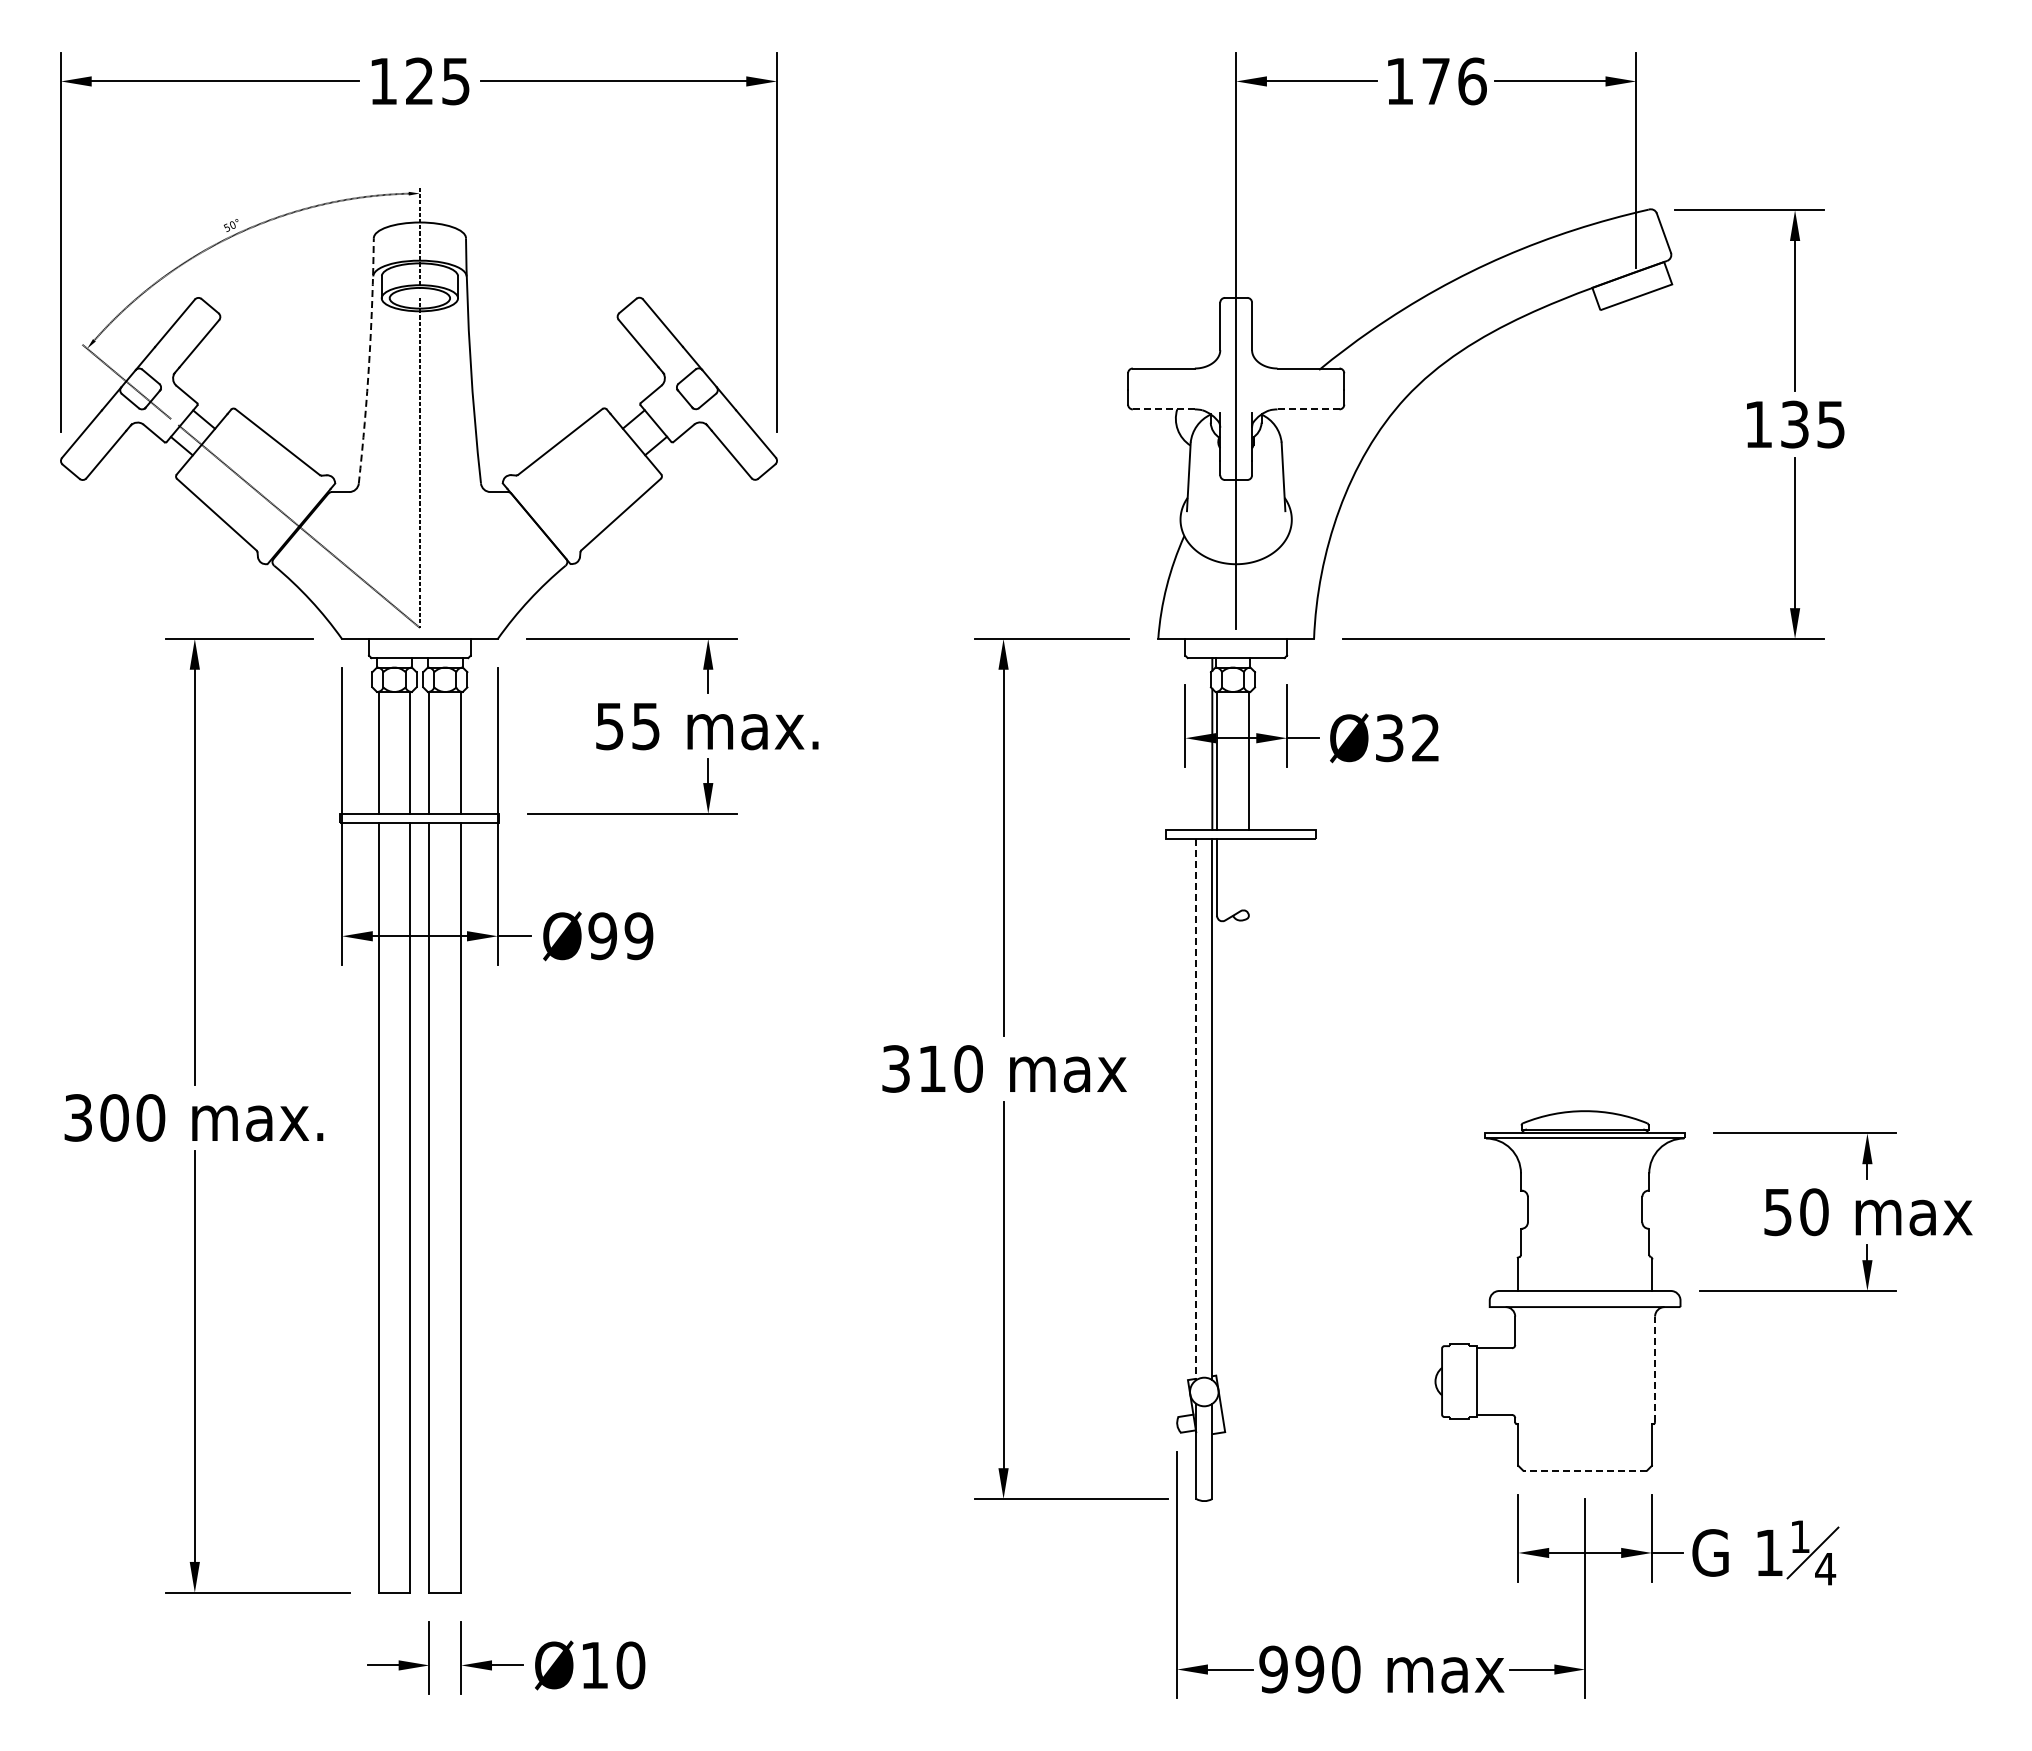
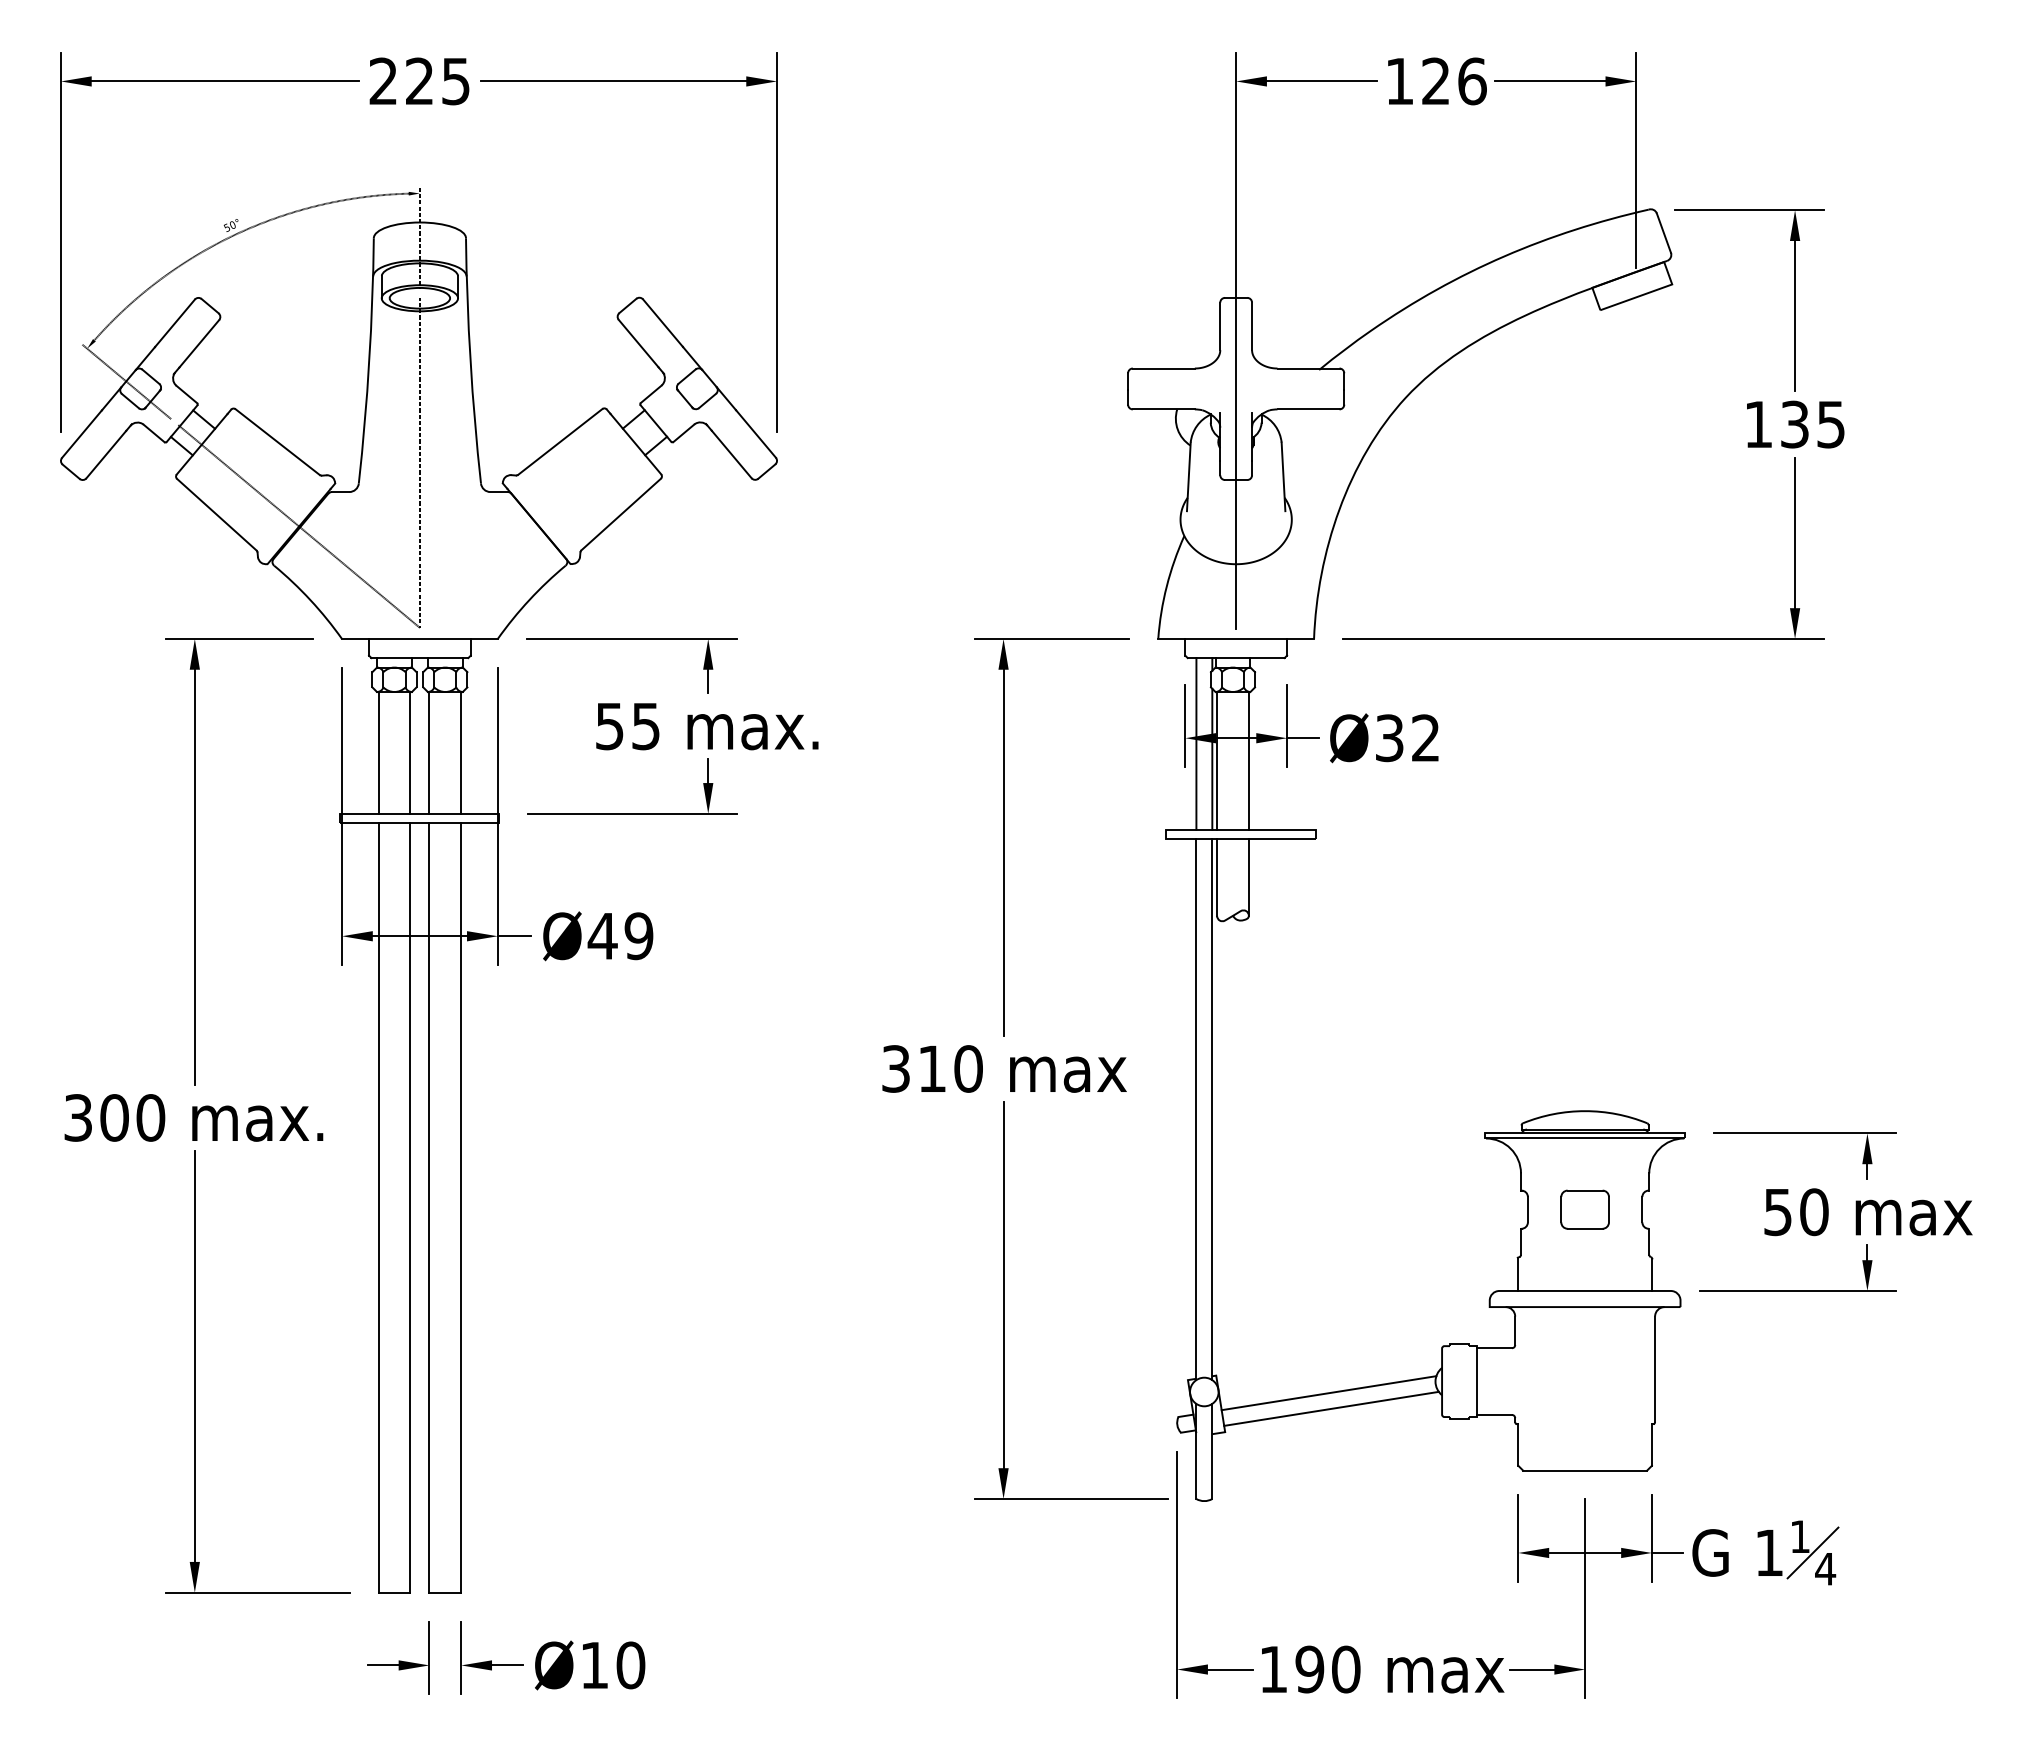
text at (382, 80): 125 -> 225
text at (1435, 80): 176 -> 126
arc at (369, 361): dashed -> solid
line at (1163, 409): dashed -> solid
line at (1308, 409): dashed -> solid
line at (1196, 743): none -> present
line at (1248, 877): none -> present
text at (602, 936): Ø99 -> Ø49
line at (1196, 1110): dashed -> solid
part at (1584, 1209): none -> present
line at (1655, 1369): dashed -> solid
line at (1328, 1393): none -> present
line at (1331, 1408): none -> present
line at (1585, 1470): dashed -> solid
text at (1273, 1669): 990 -> 190
